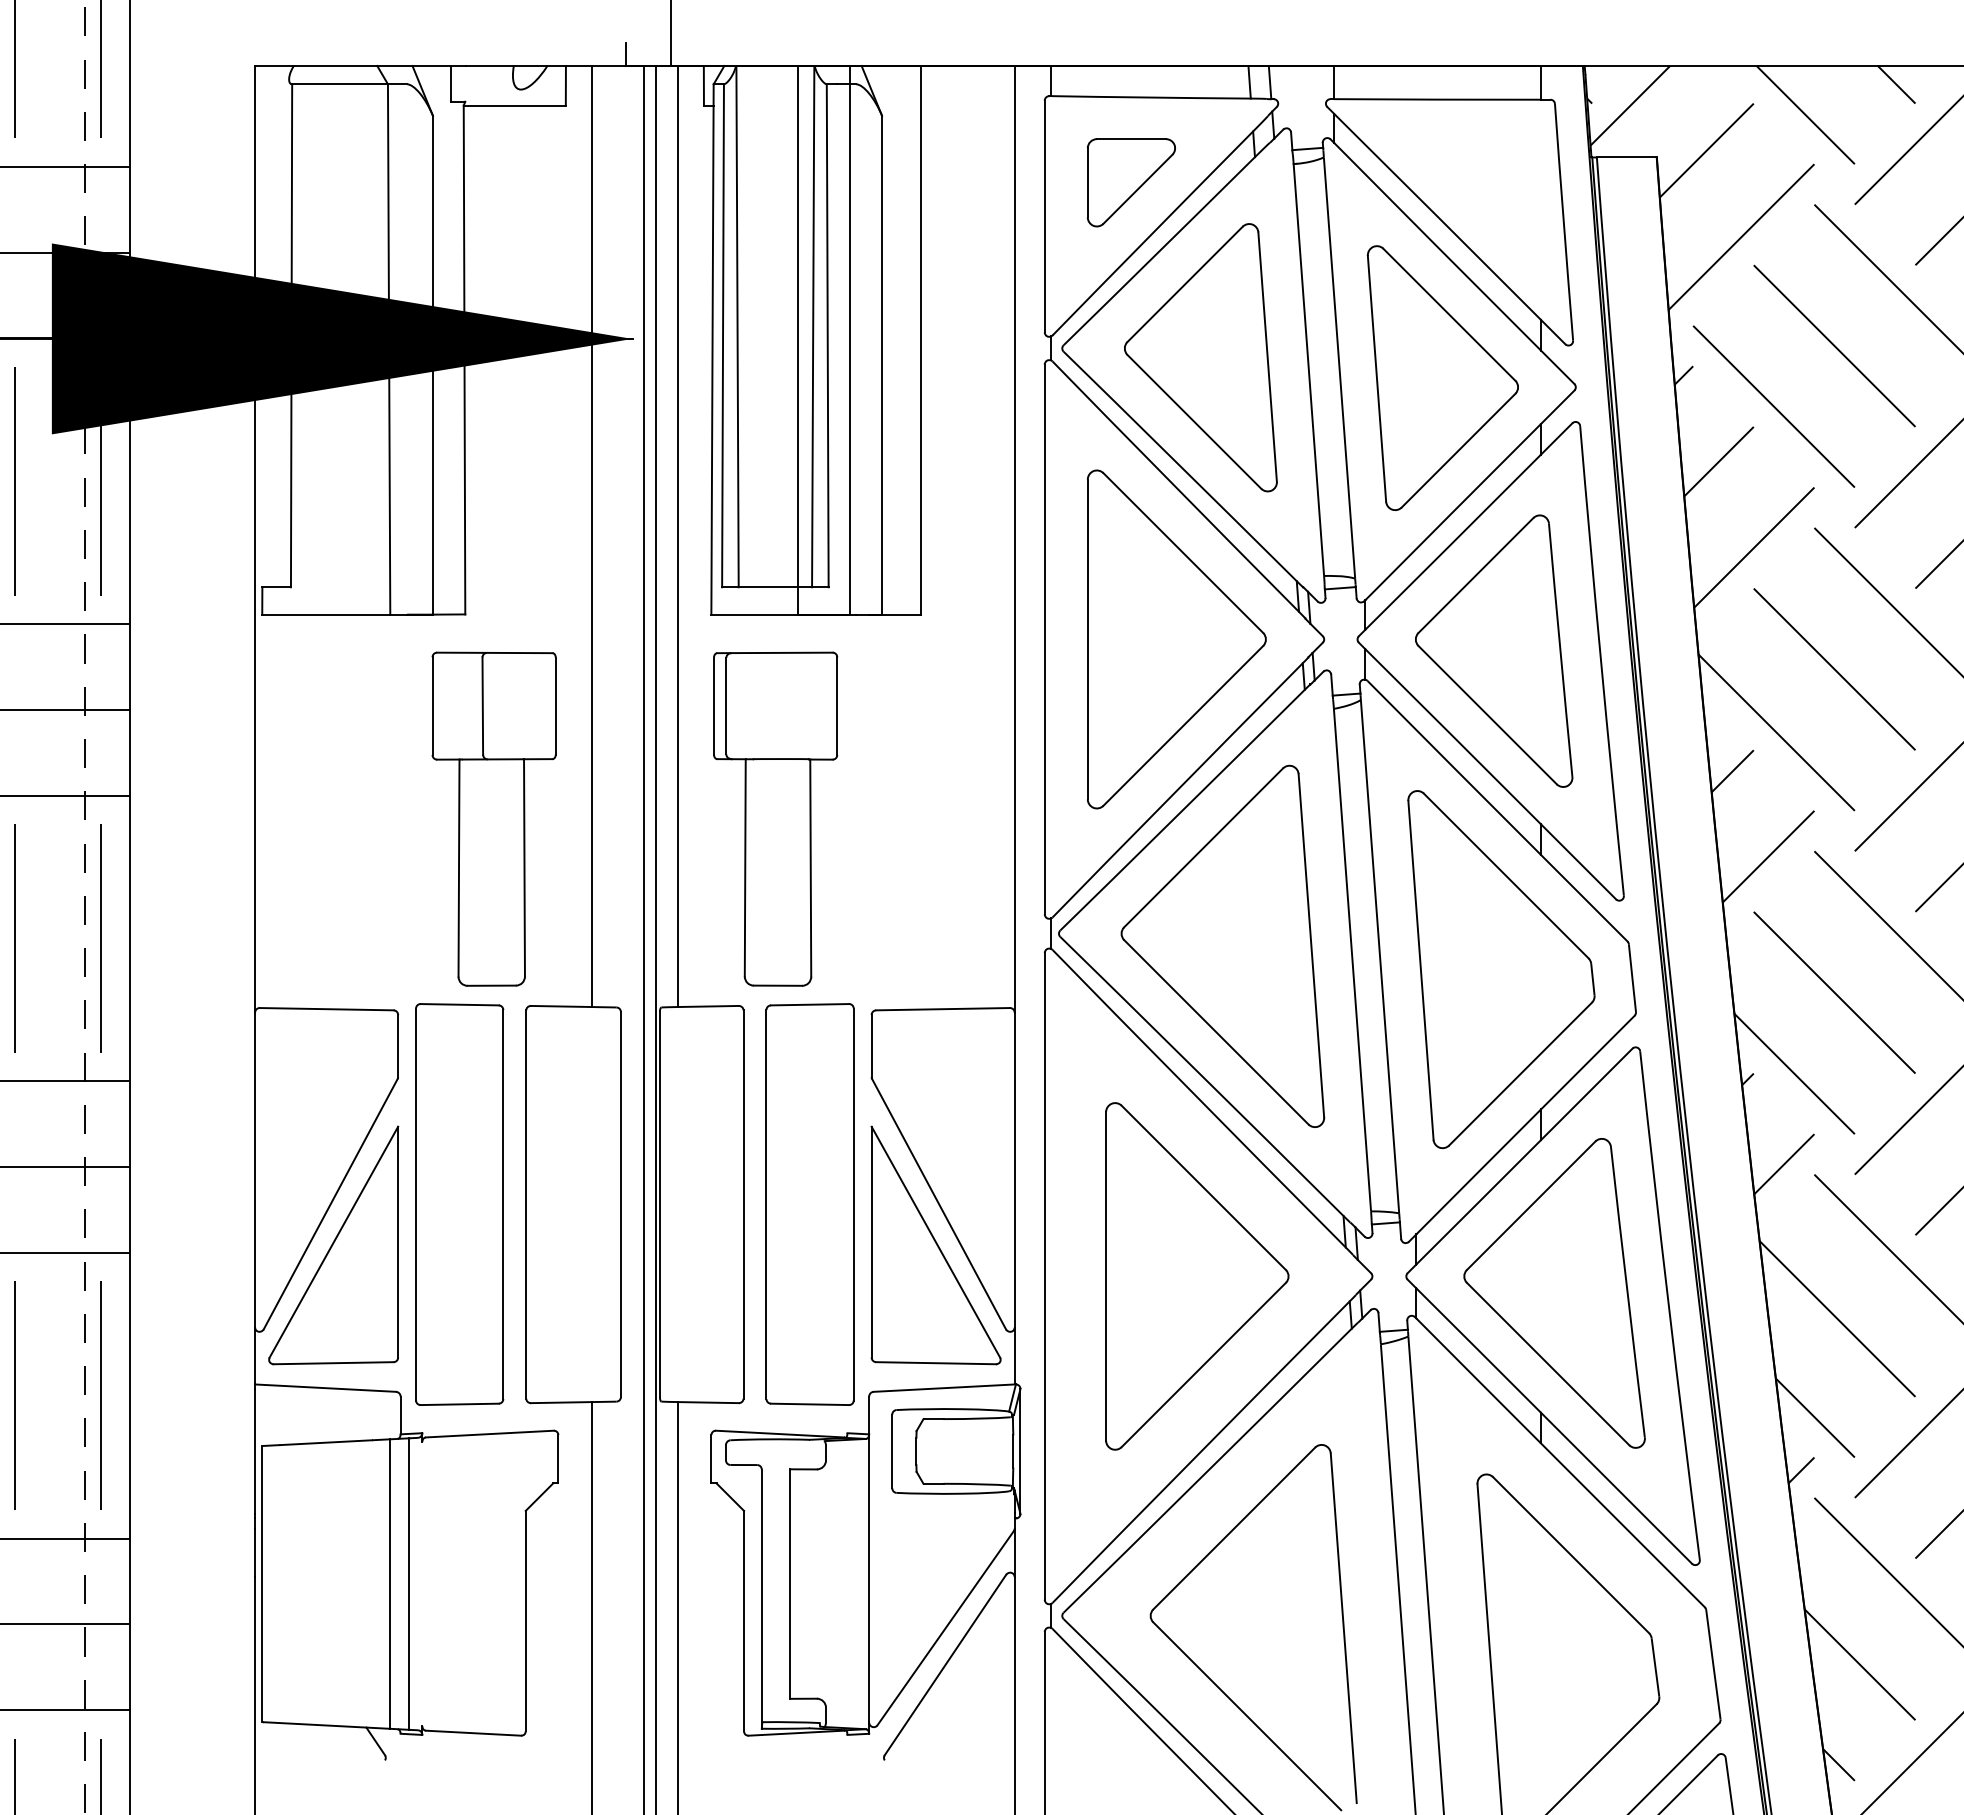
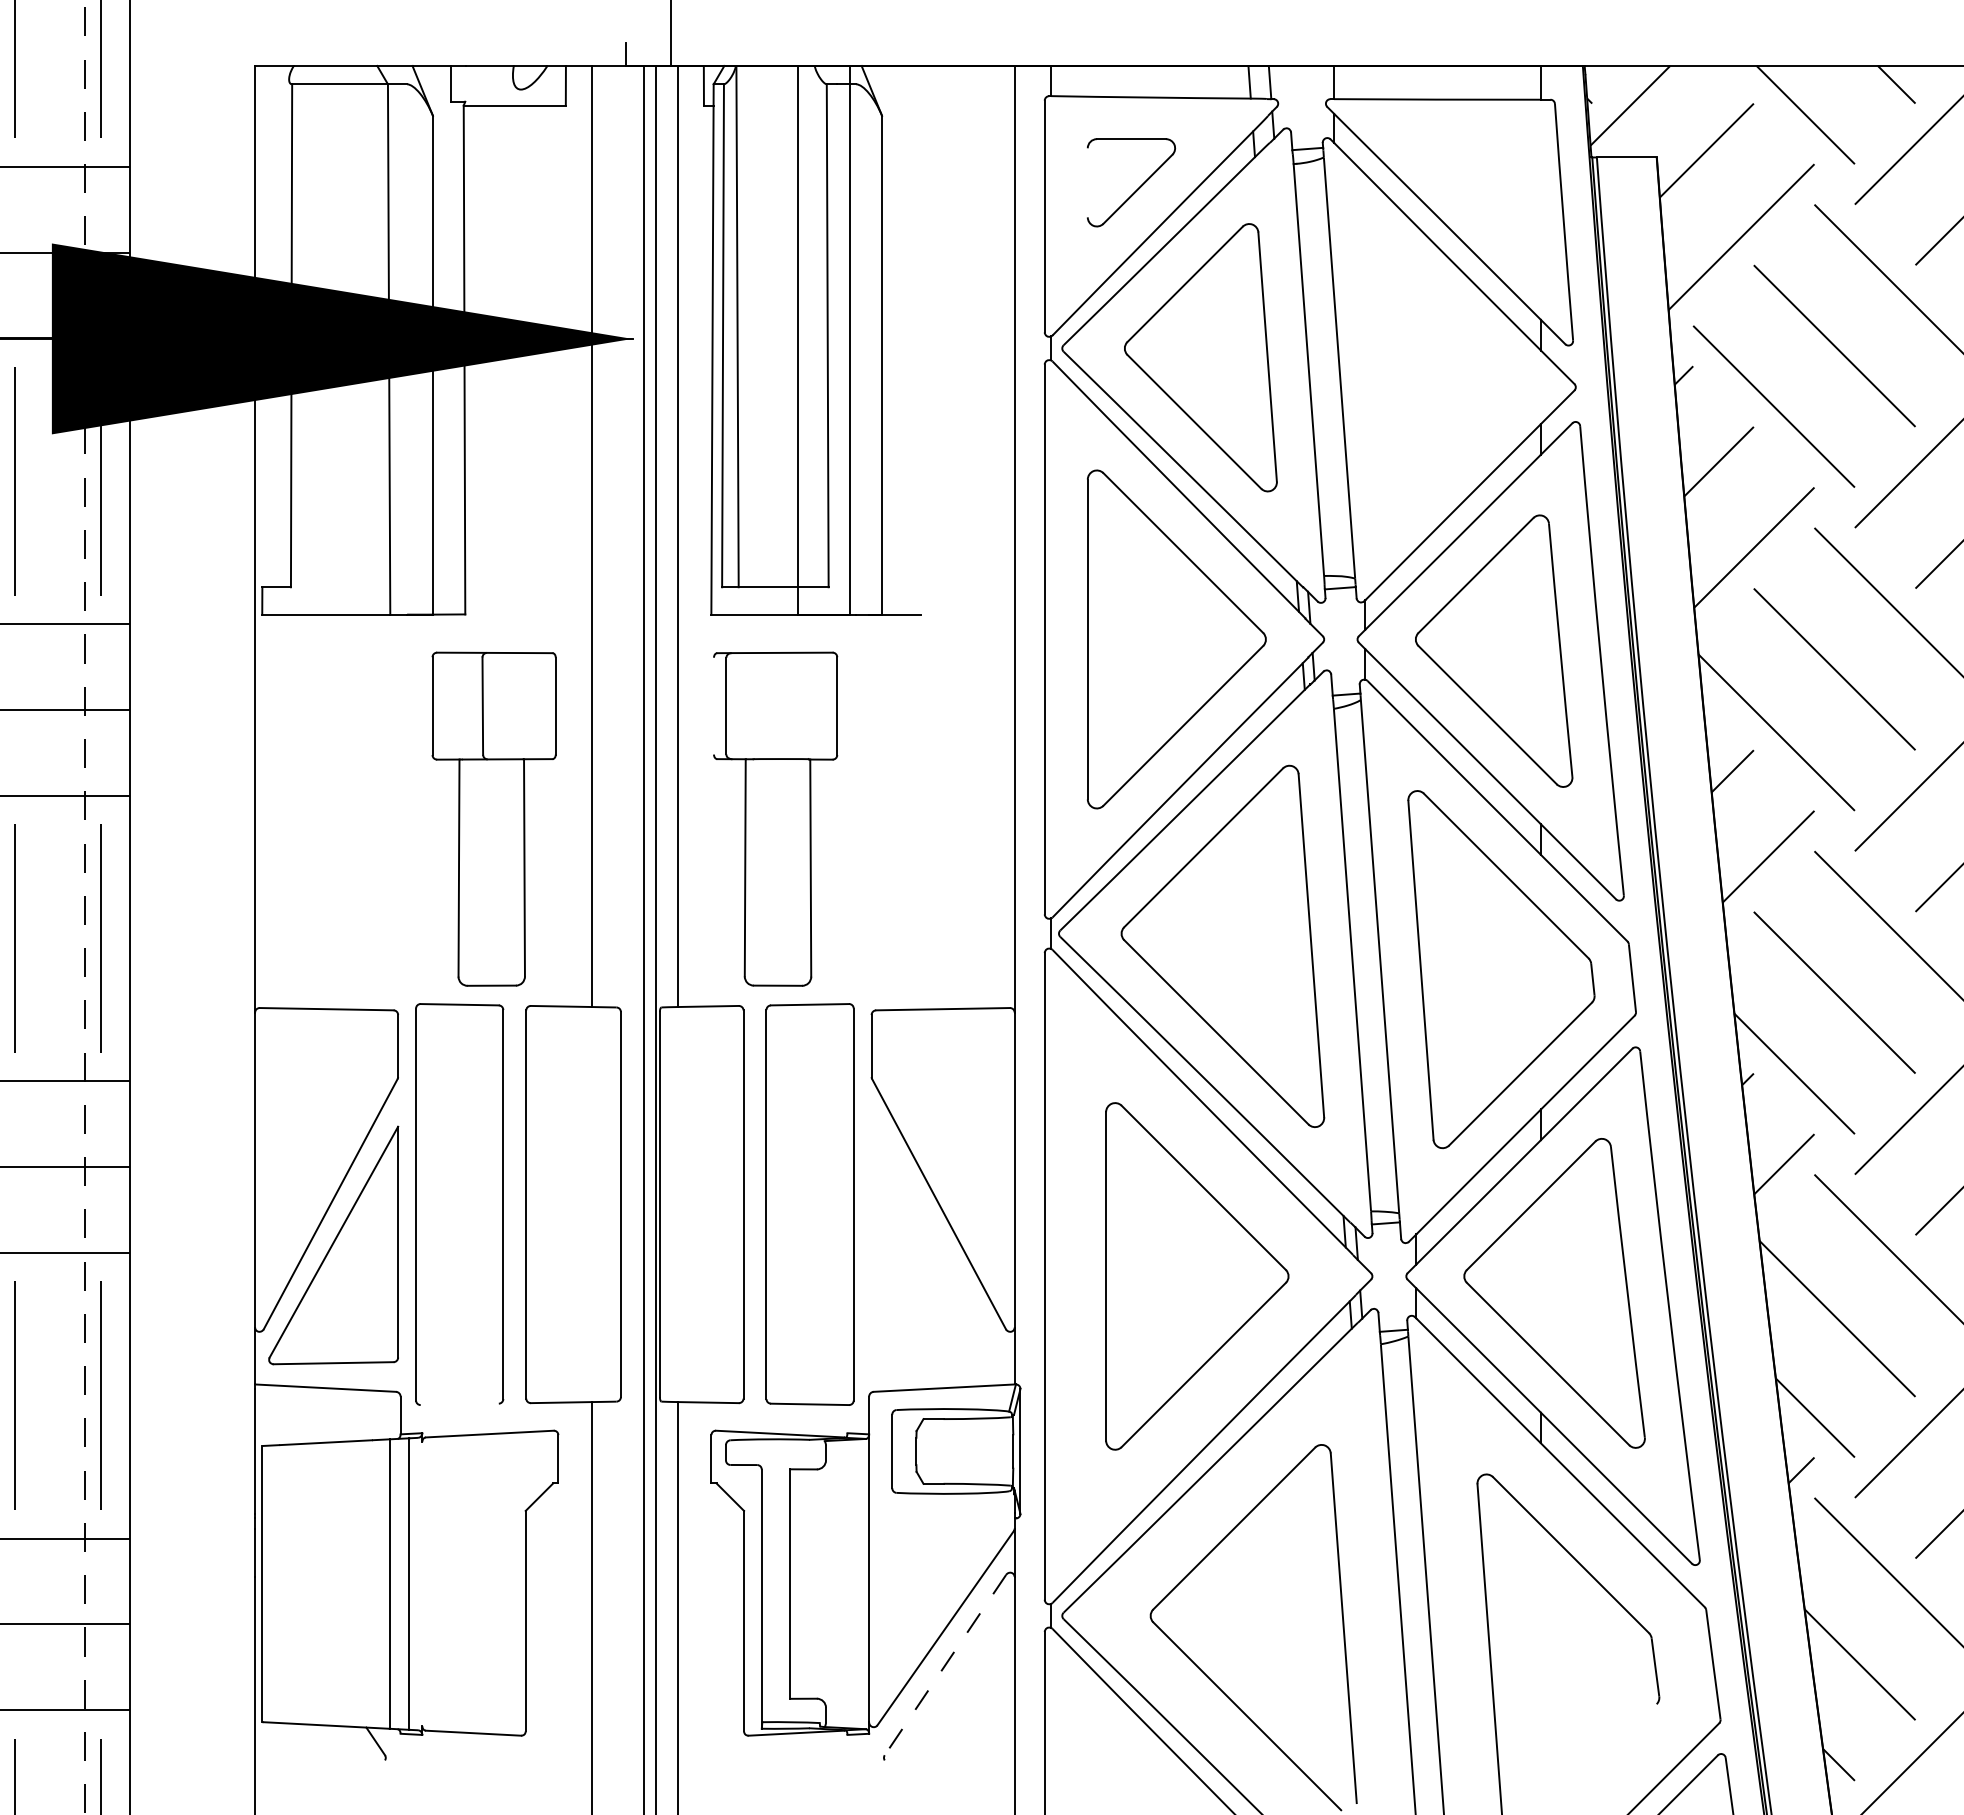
line at (1087, 182): present -> none
line at (813, 326): present -> none
line at (920, 340): present -> none
part at (1442, 377): present -> none
line at (714, 705): present -> none
part at (935, 1245): present -> none
line at (459, 1404): present -> none
line at (945, 1665): solid -> dashed
line at (1602, 1757): present -> none
